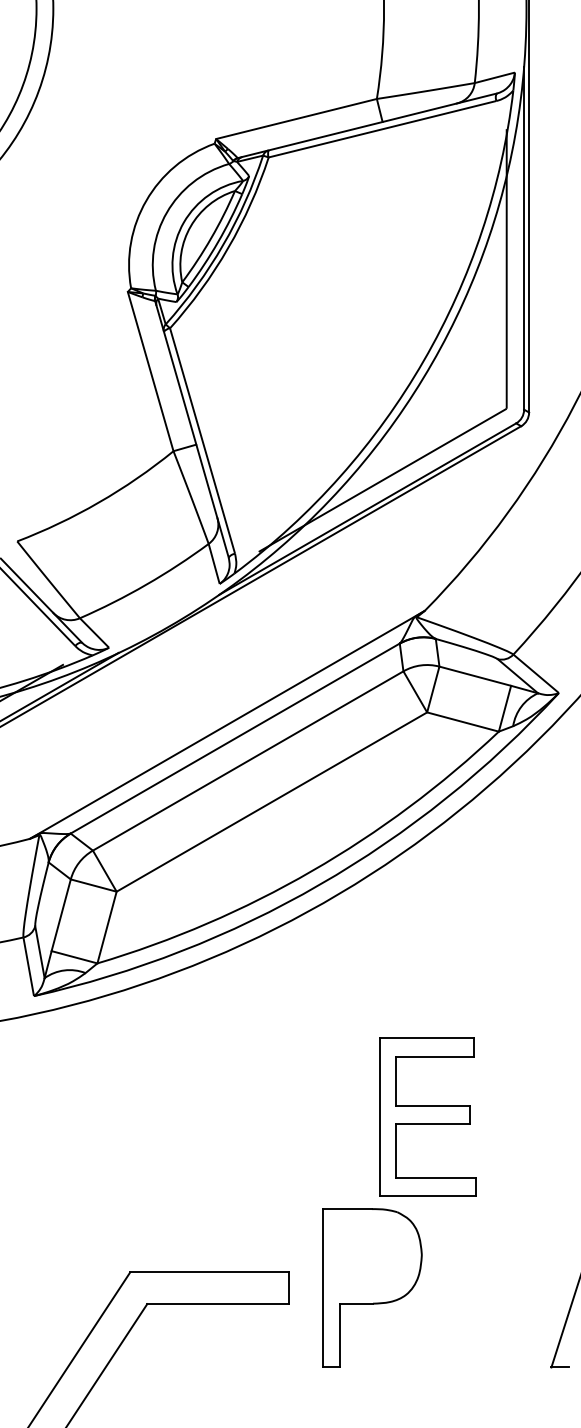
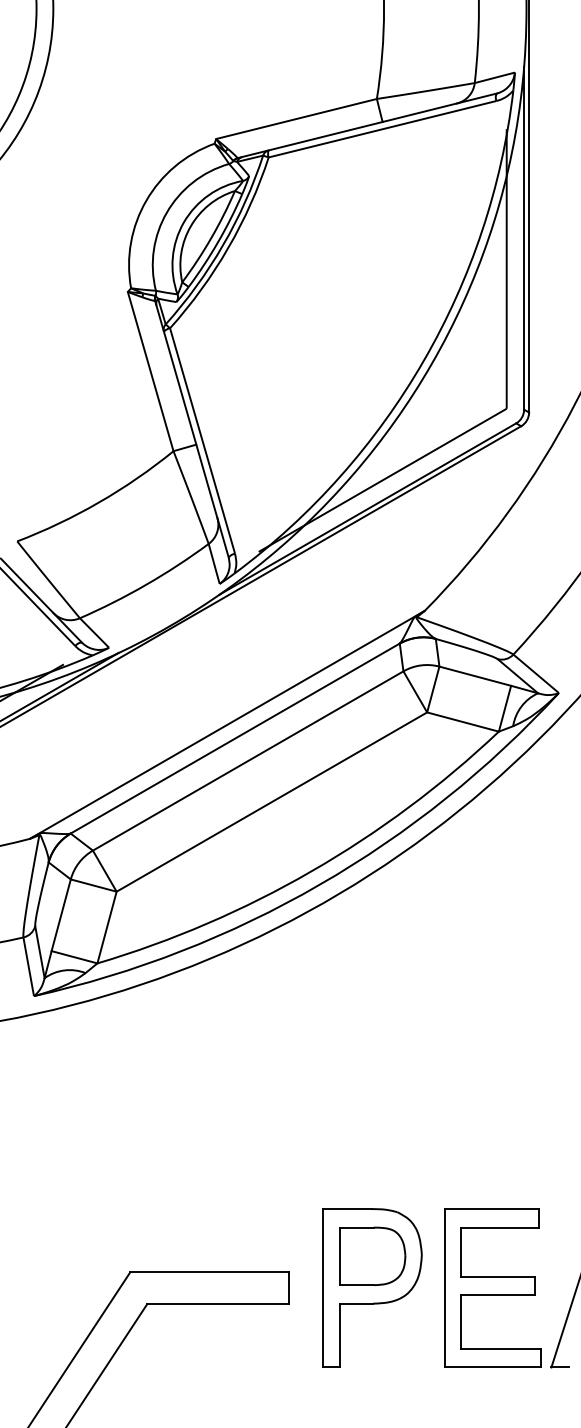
part at (427, 1116) position: (427, 1116) -> (492, 1287)
part at (372, 1256): none -> present
